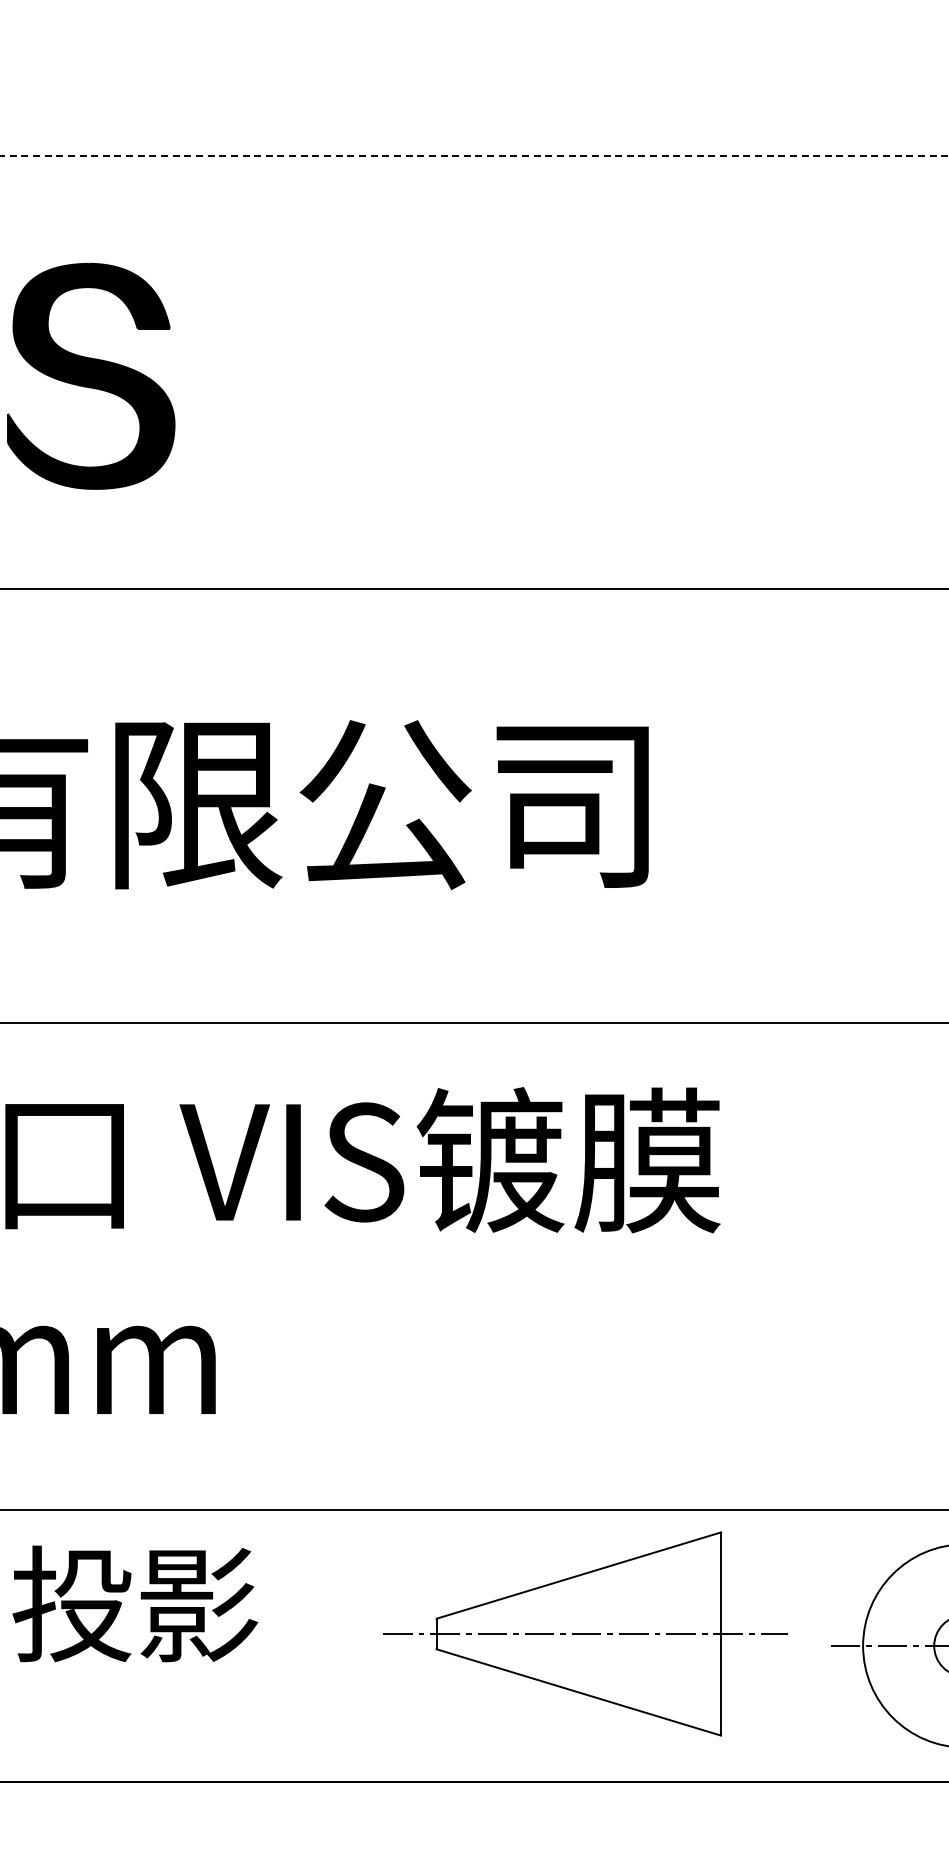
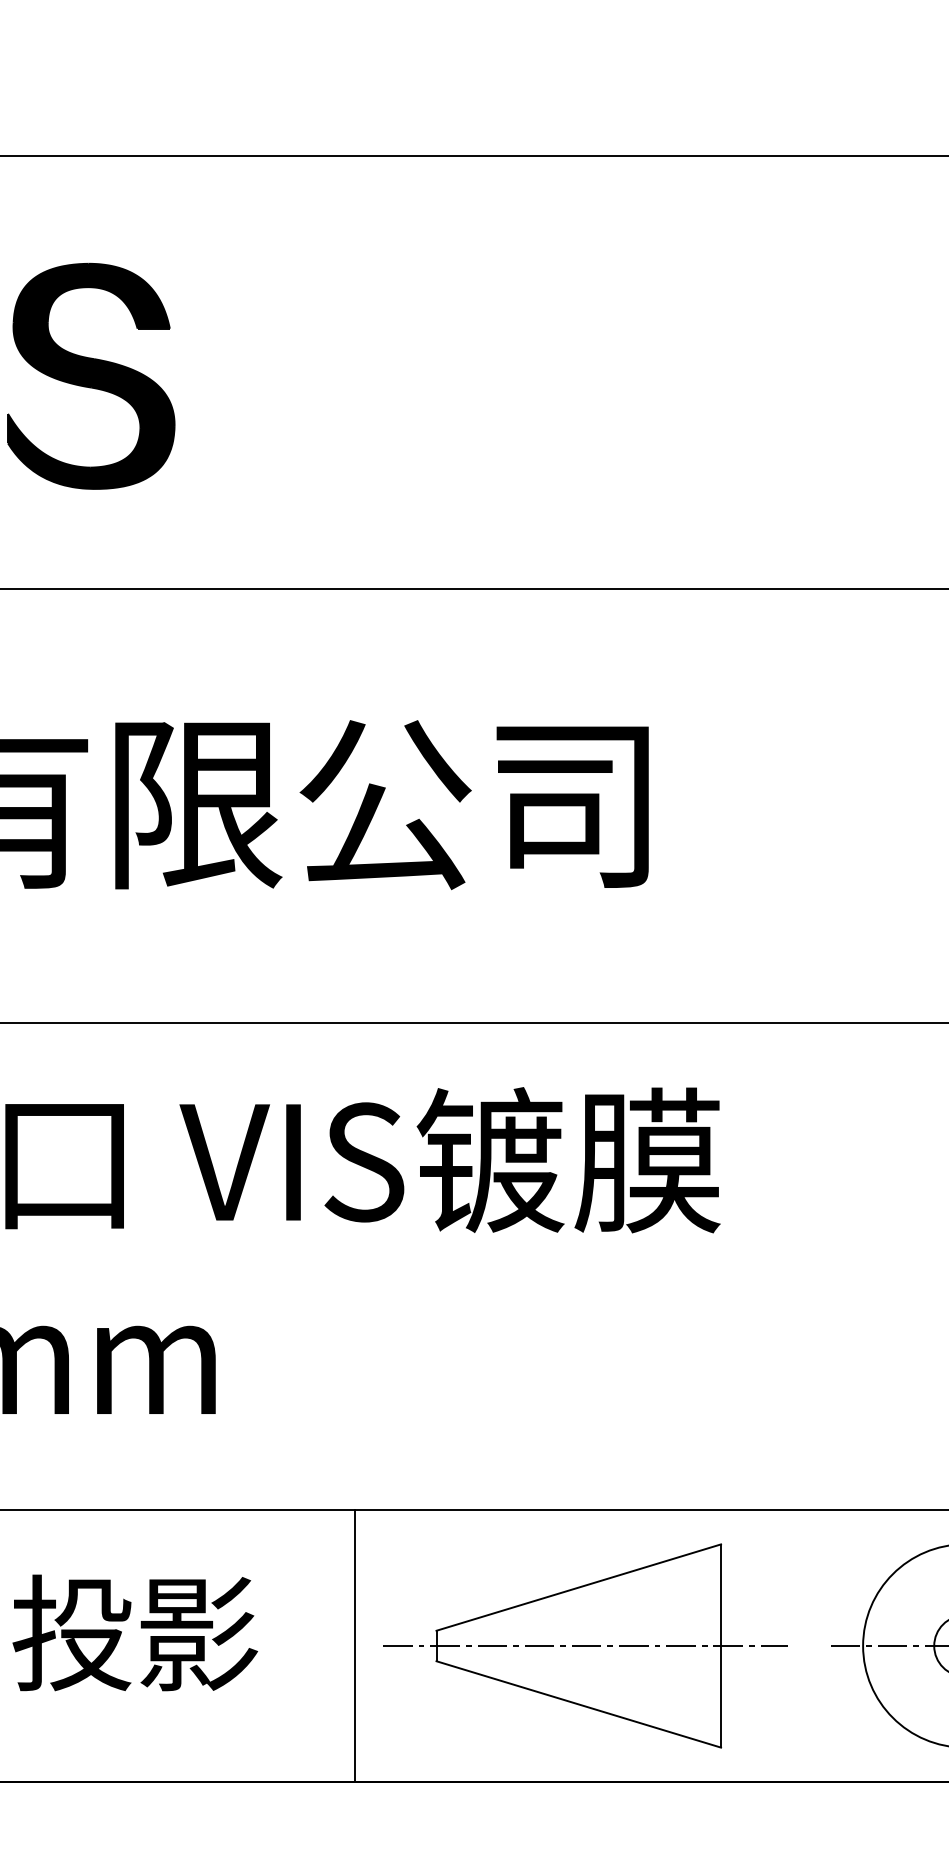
line at (474, 155): dashed -> solid
text at (135, 1603) position: (135, 1603) -> (135, 1632)
part at (585, 1633) position: (585, 1633) -> (585, 1645)
line at (354, 1645): none -> present
